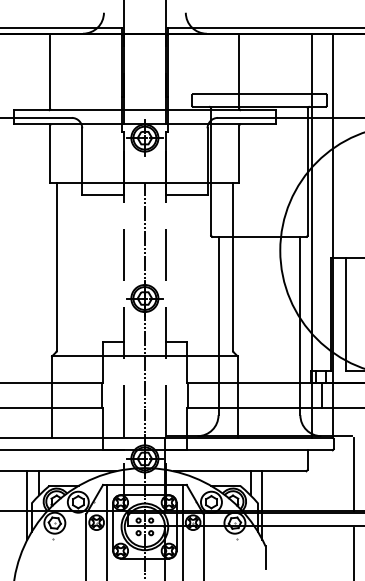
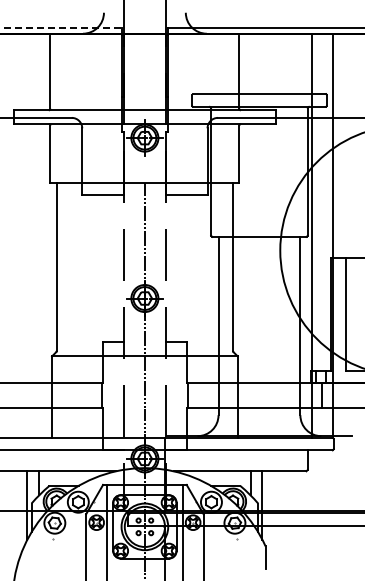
line at (61, 28): solid -> dashed
line at (353, 474): present -> none
line at (353, 552): present -> none
